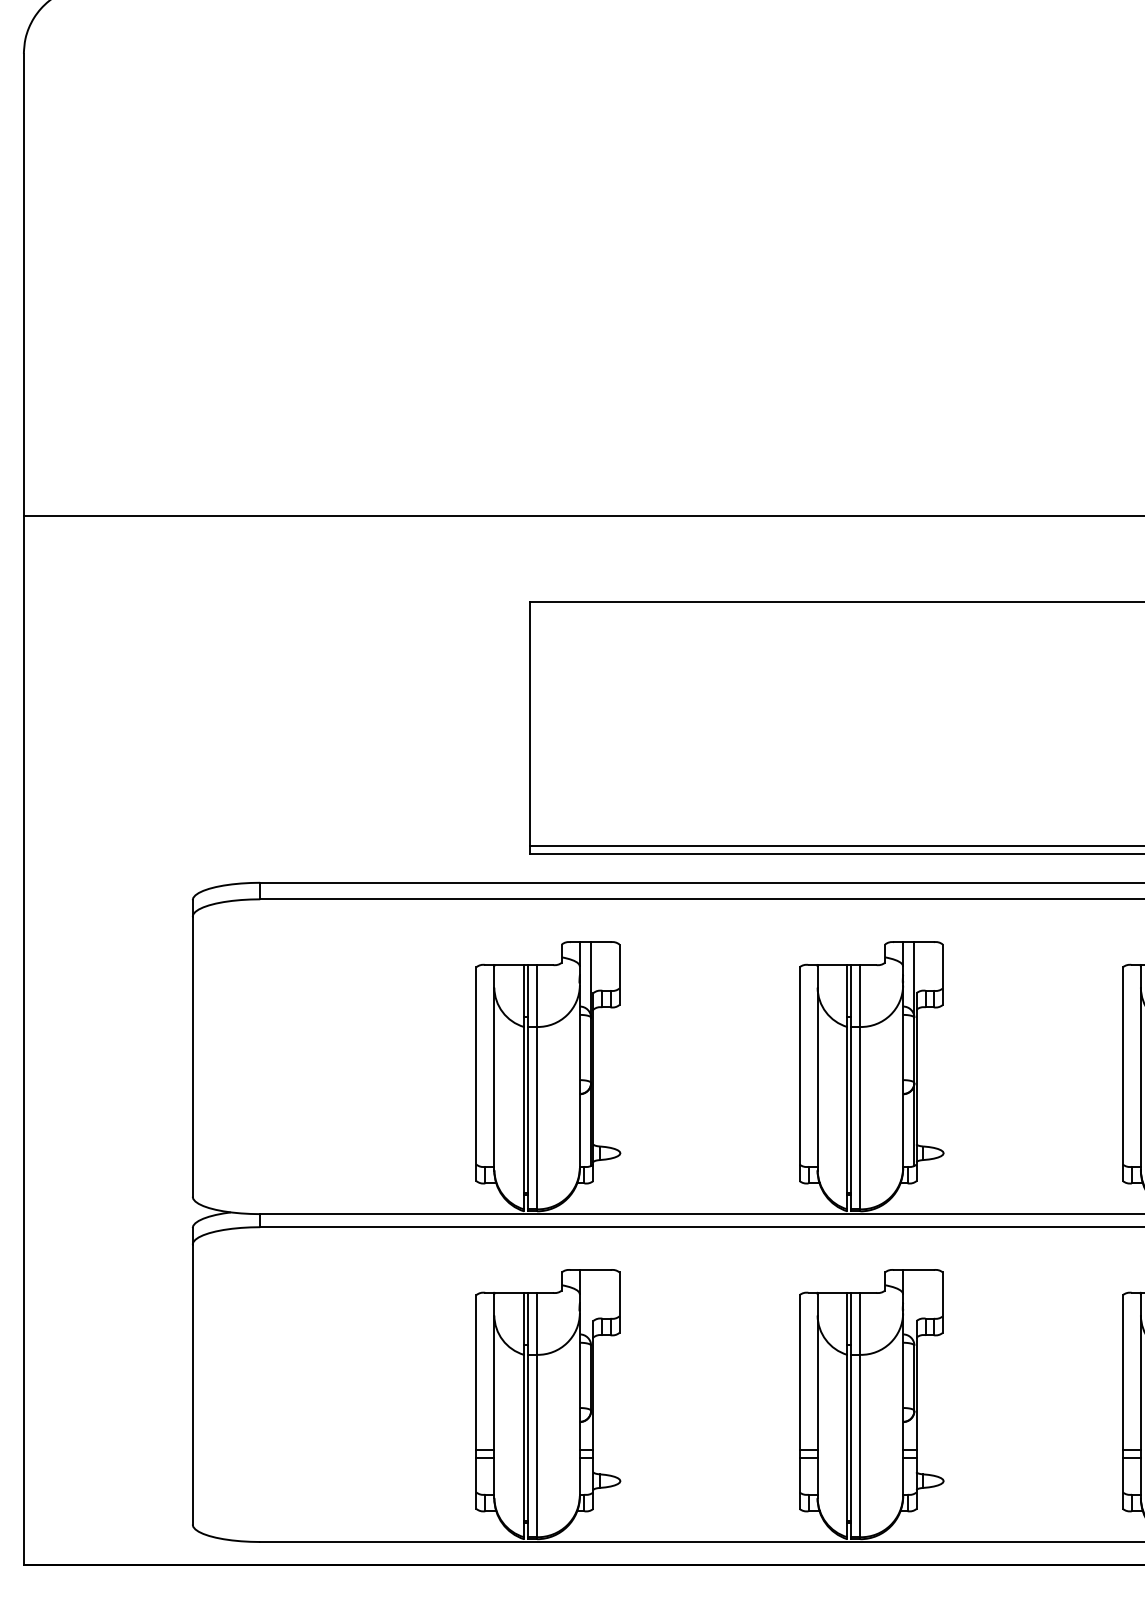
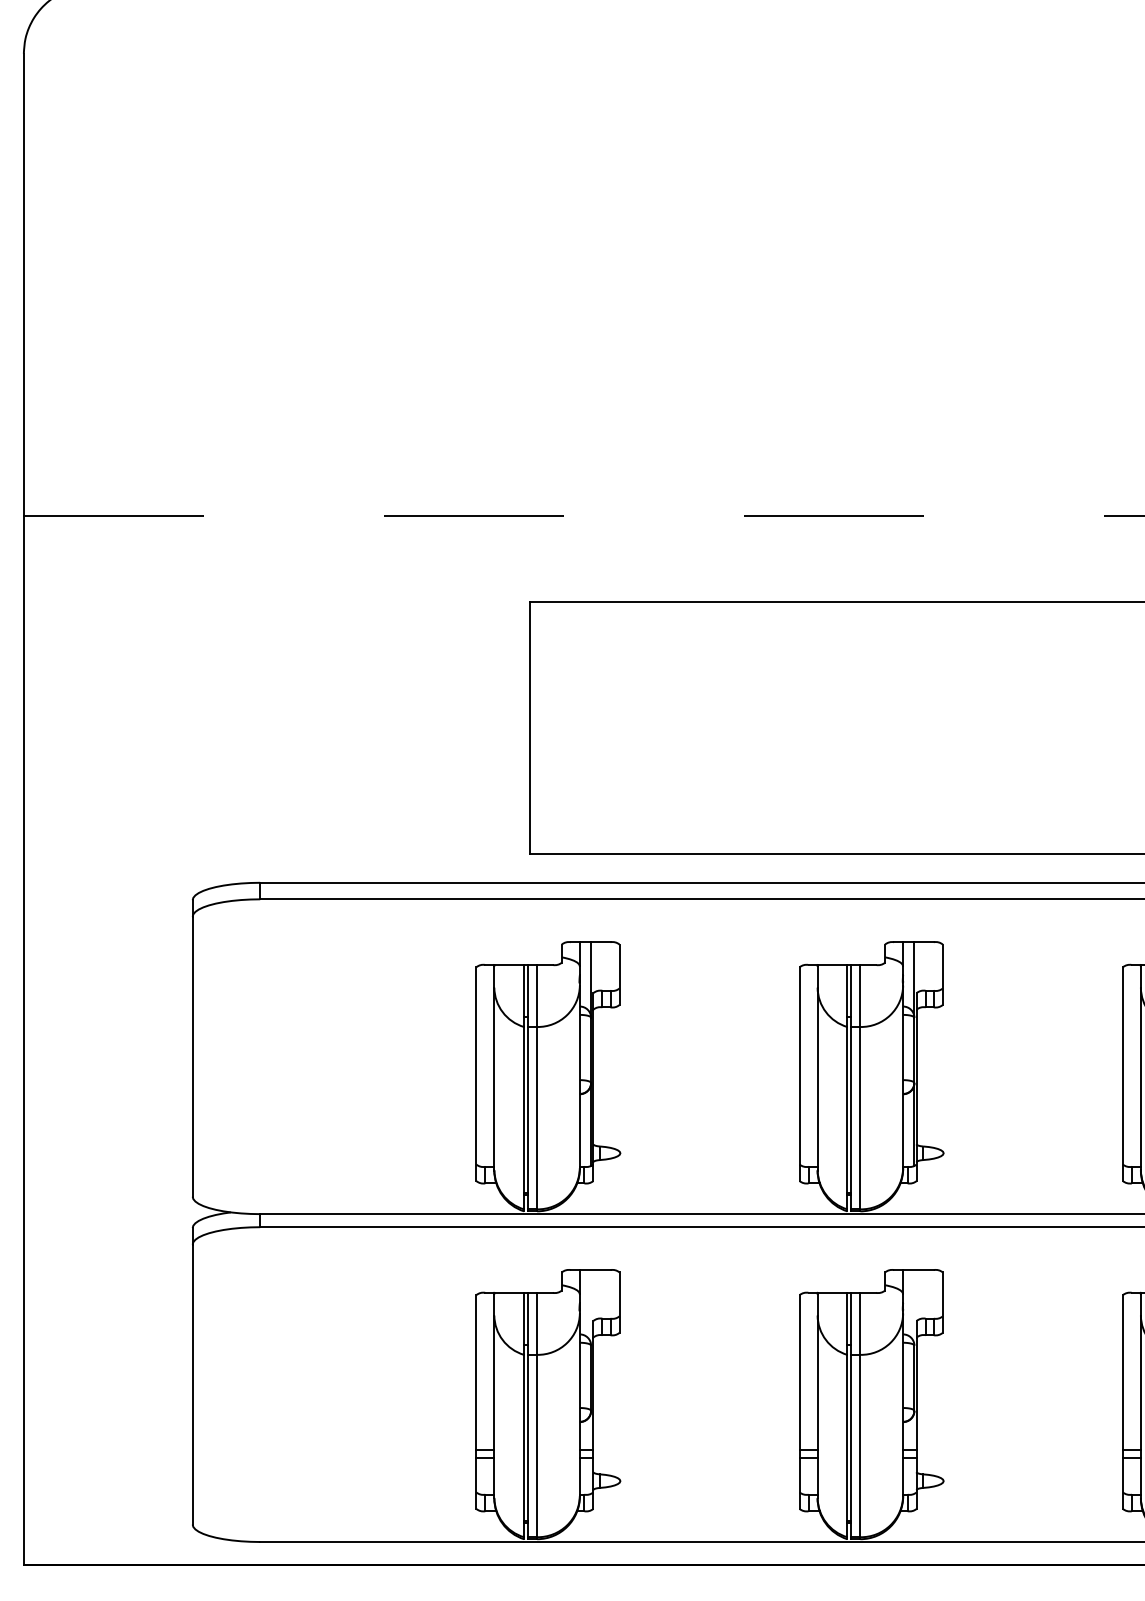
line at (584, 515): solid -> dashed
line at (835, 845): present -> none
